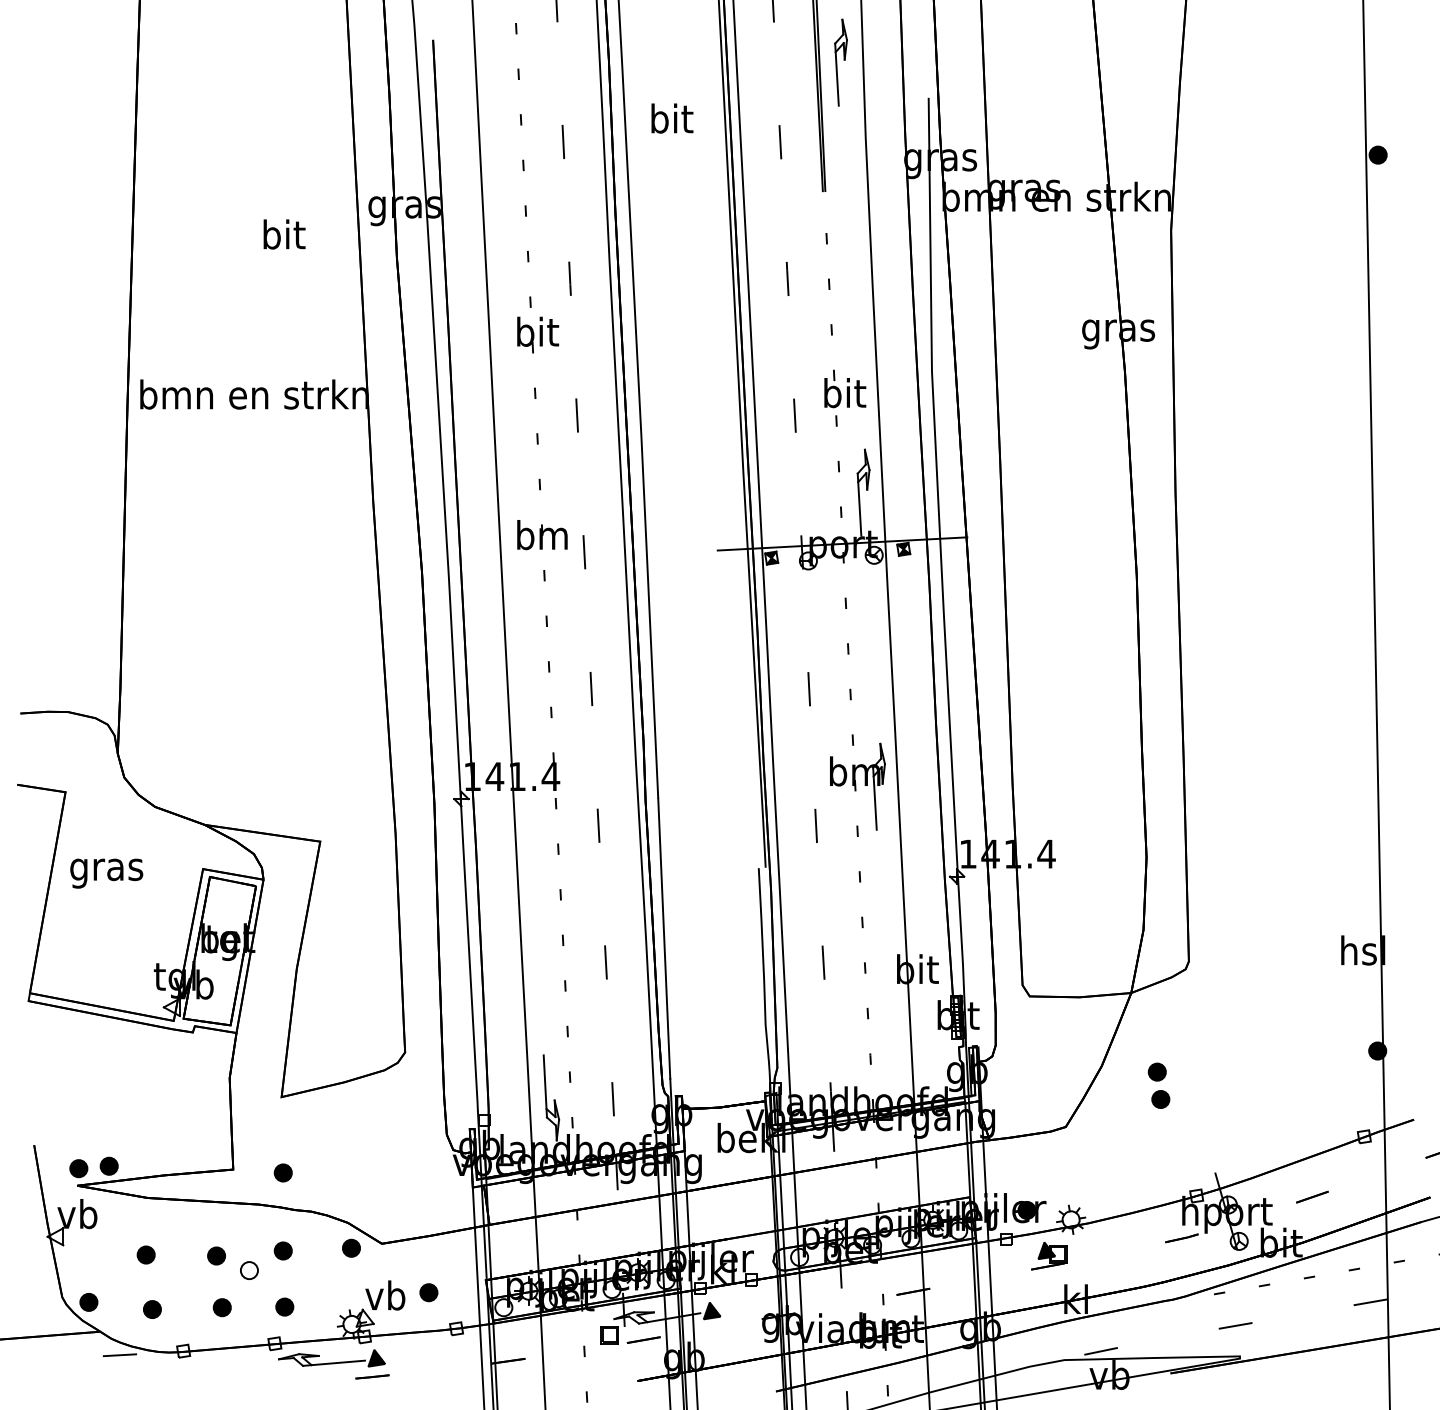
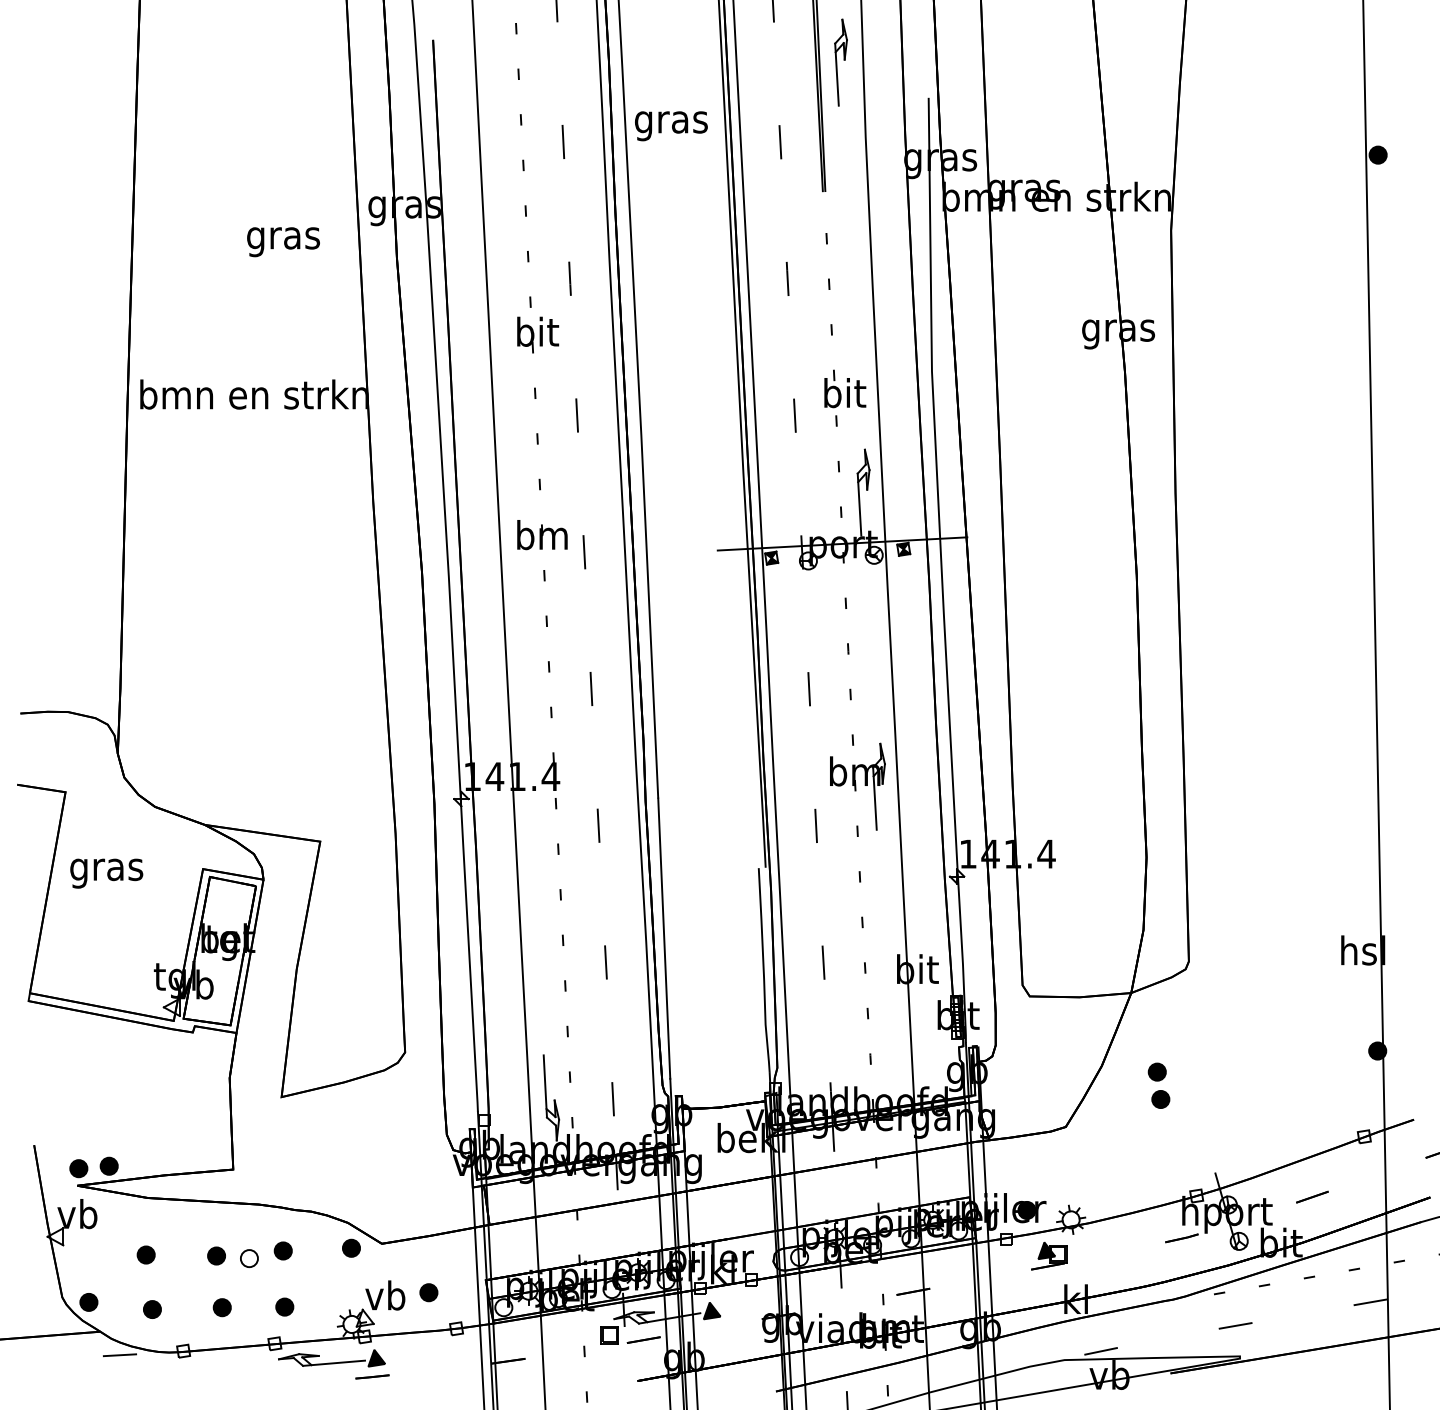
text at (671, 122): bit -> gras
text at (283, 238): bit -> gras
part at (282, 1172): present -> none
part at (249, 1270) position: (249, 1270) -> (249, 1258)
